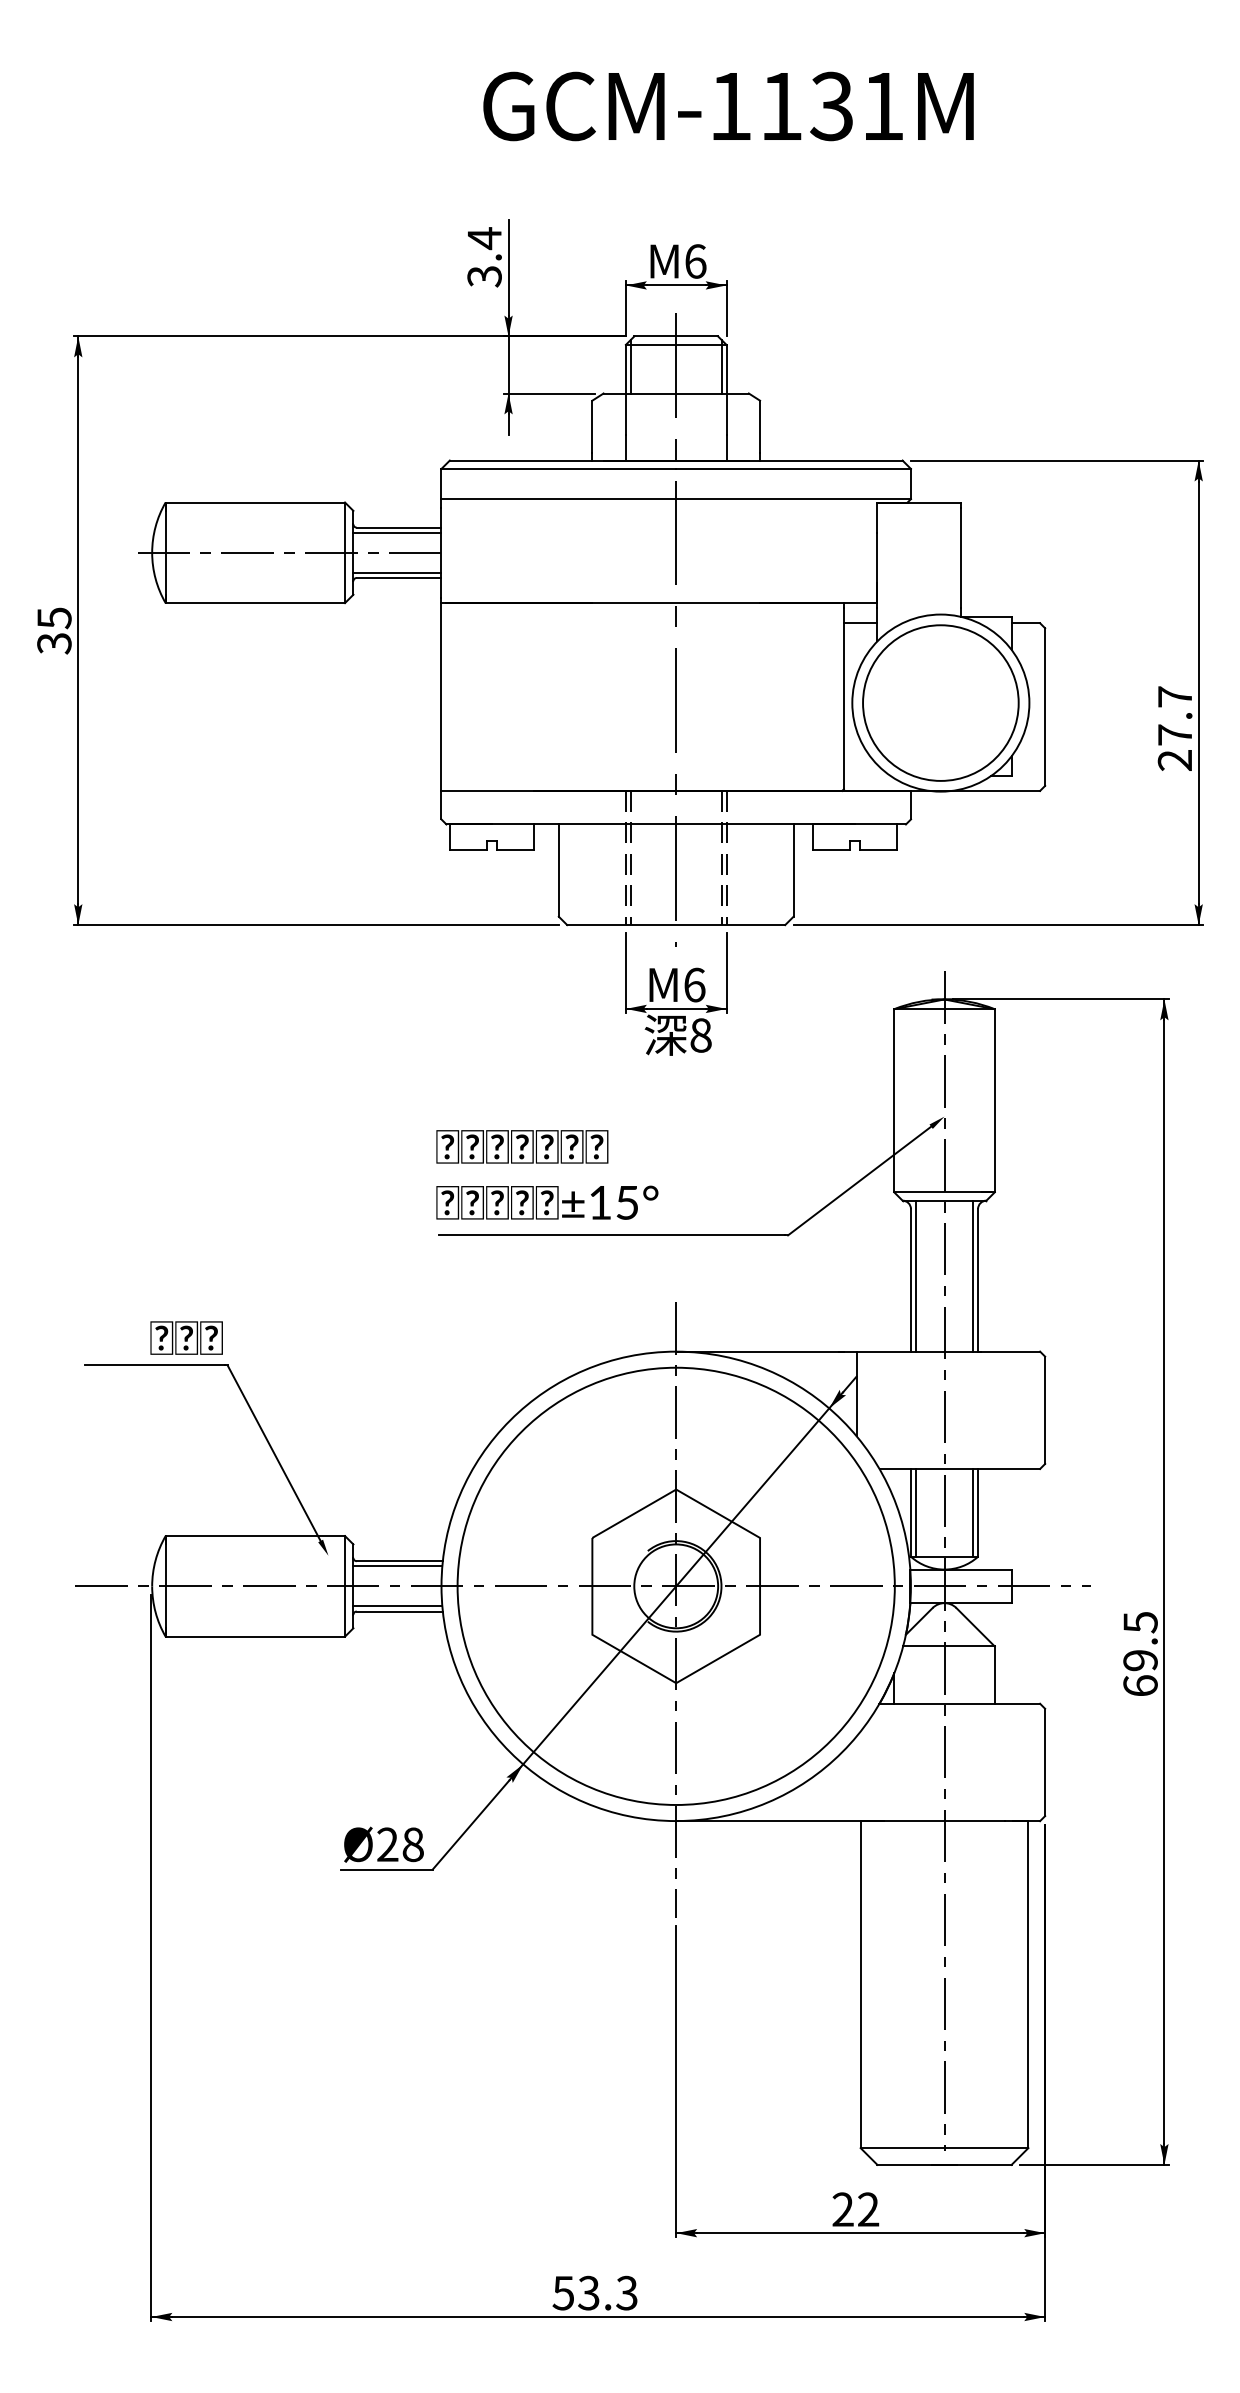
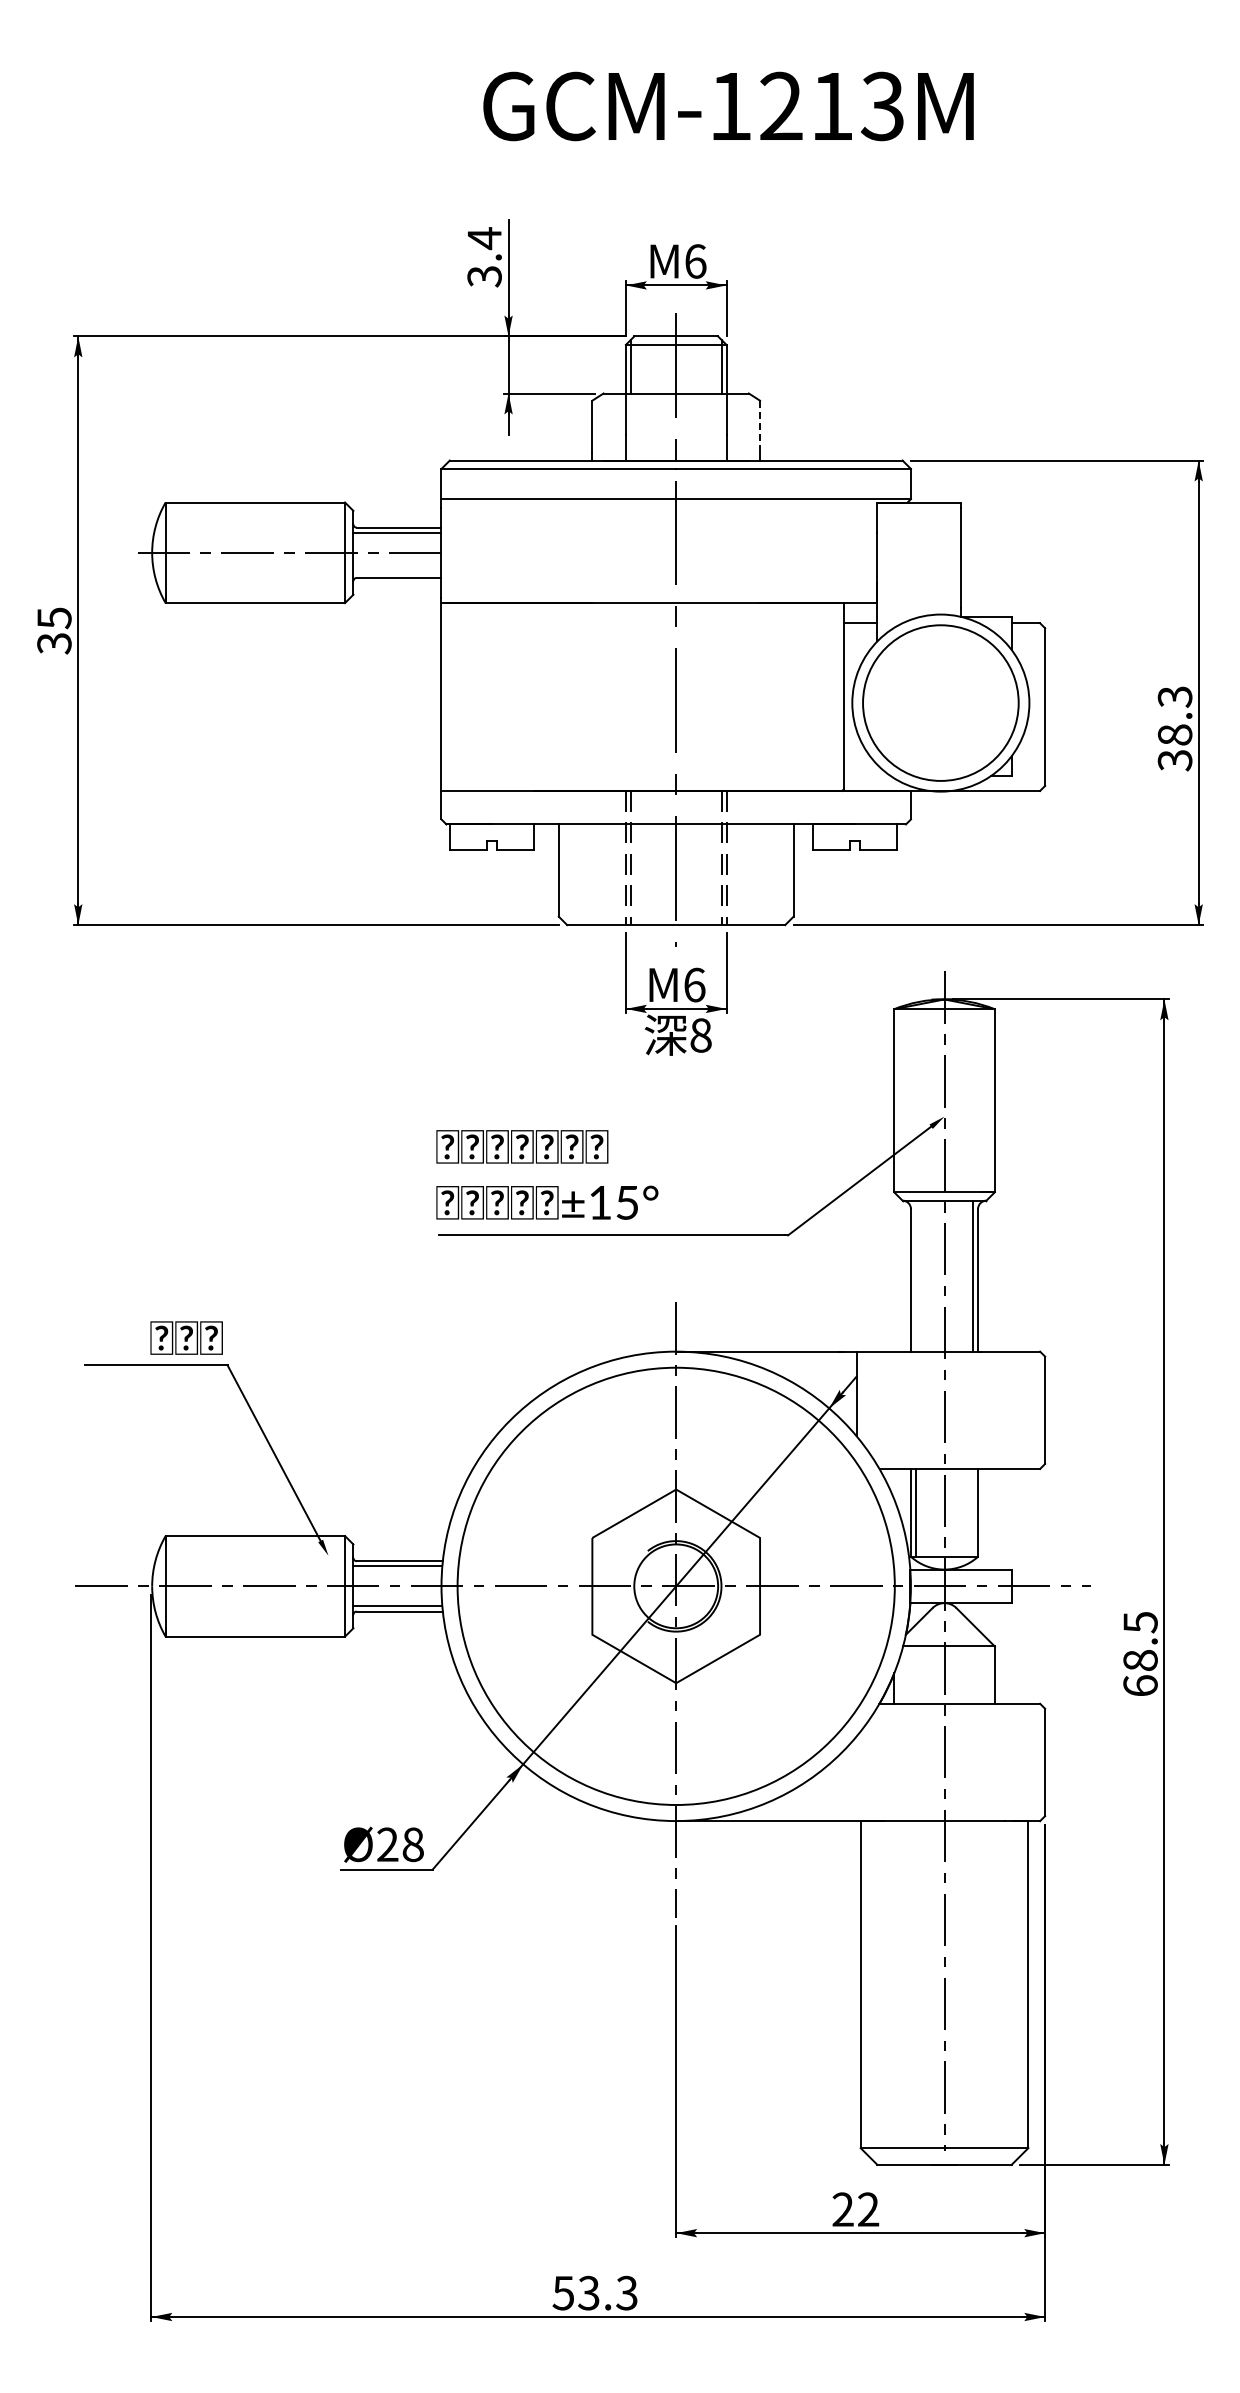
text at (831, 106): GCM-1131M -> GCM-1213M
line at (760, 427): solid -> dashed
line at (397, 572): present -> none
text at (1174, 728): 27.7 -> 38.3
line at (916, 1275): present -> none
line at (973, 1512): present -> none
text at (1140, 1660): 69.5 -> 68.5
